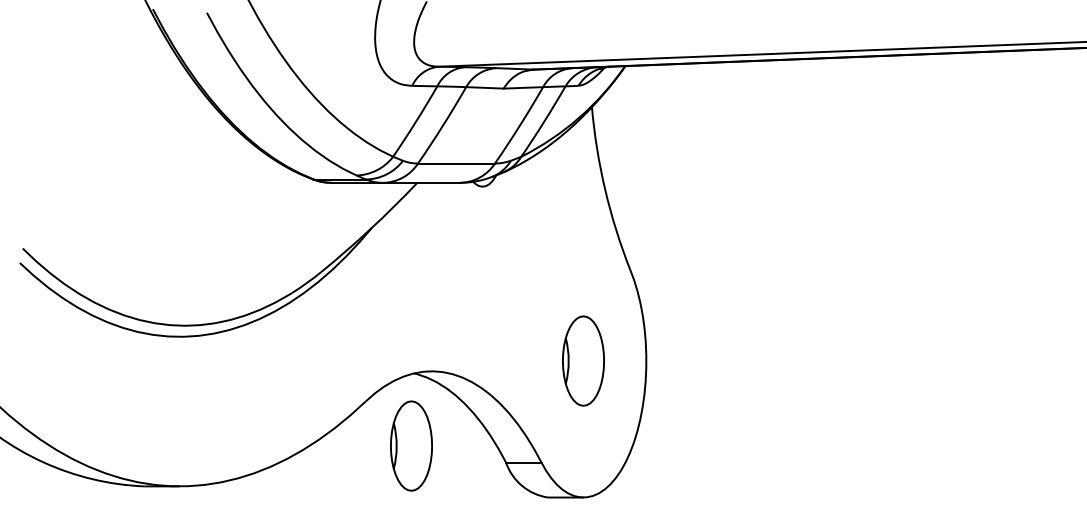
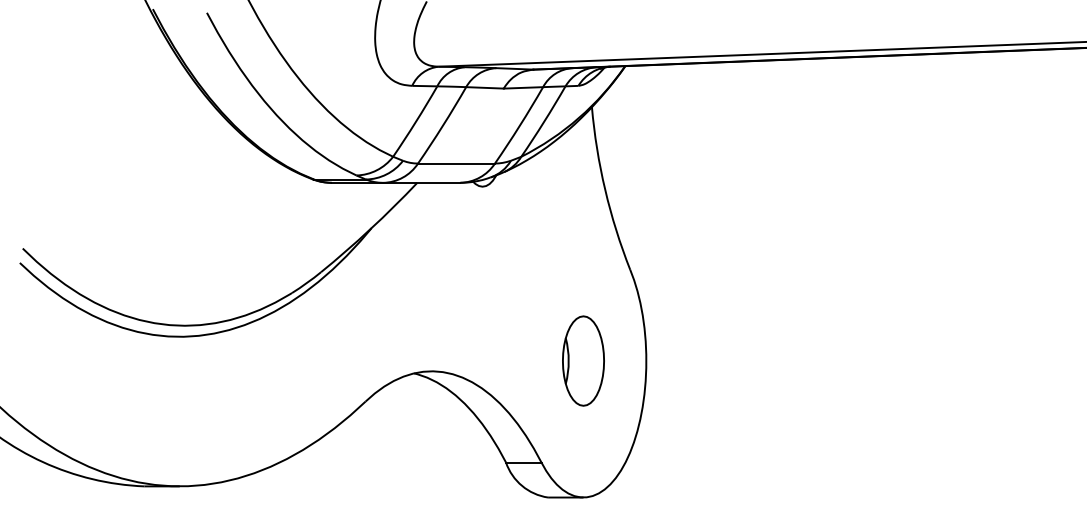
part at (411, 445): present -> none
